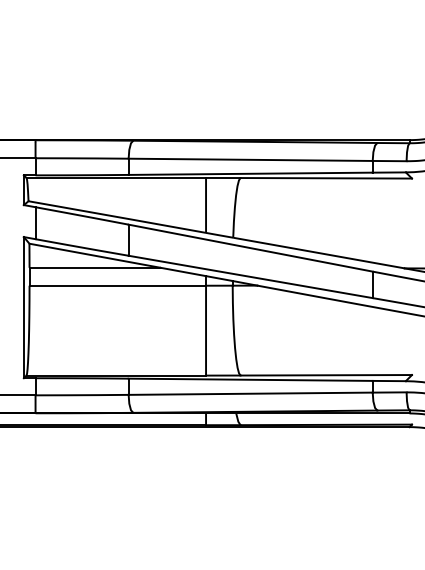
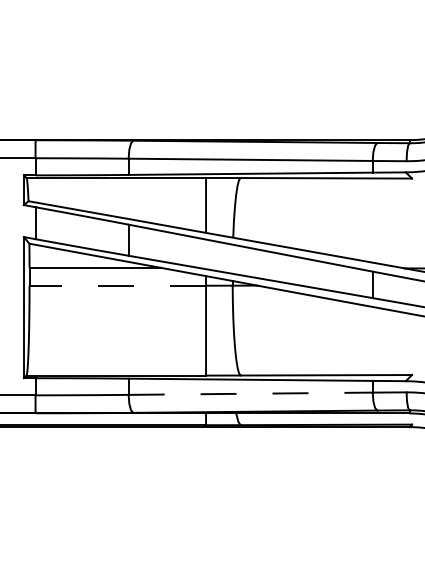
line at (117, 285): solid -> dashed
line at (251, 393): solid -> dashed
